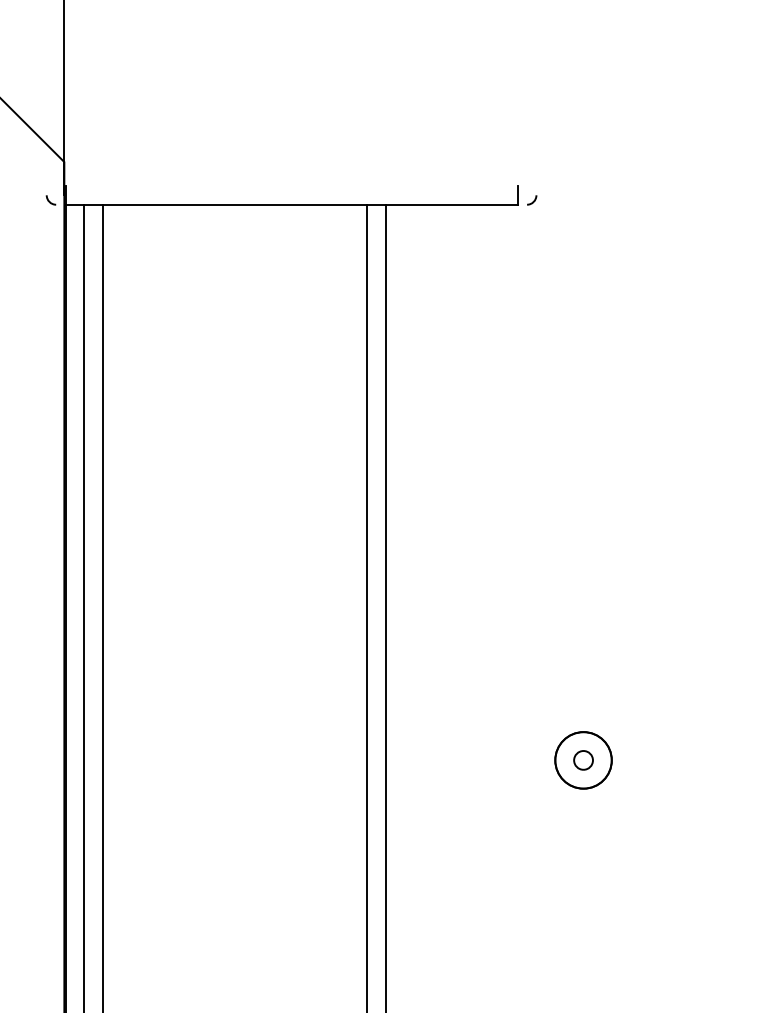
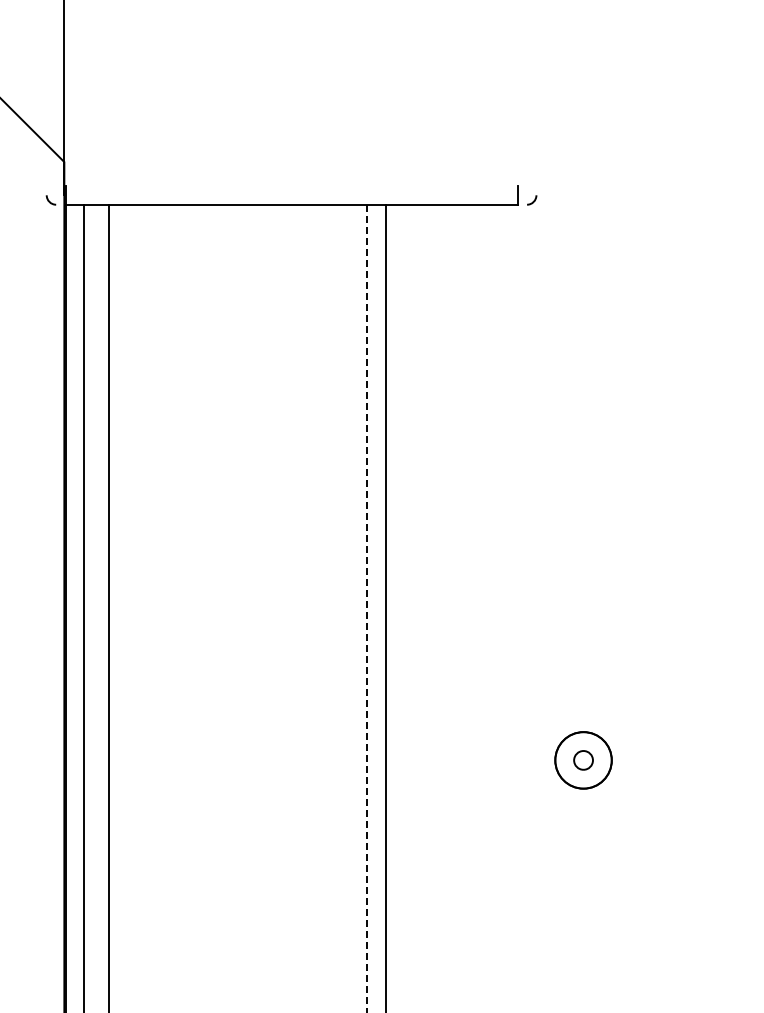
line at (103, 606) position: (103, 606) -> (109, 606)
line at (366, 608): solid -> dashed
